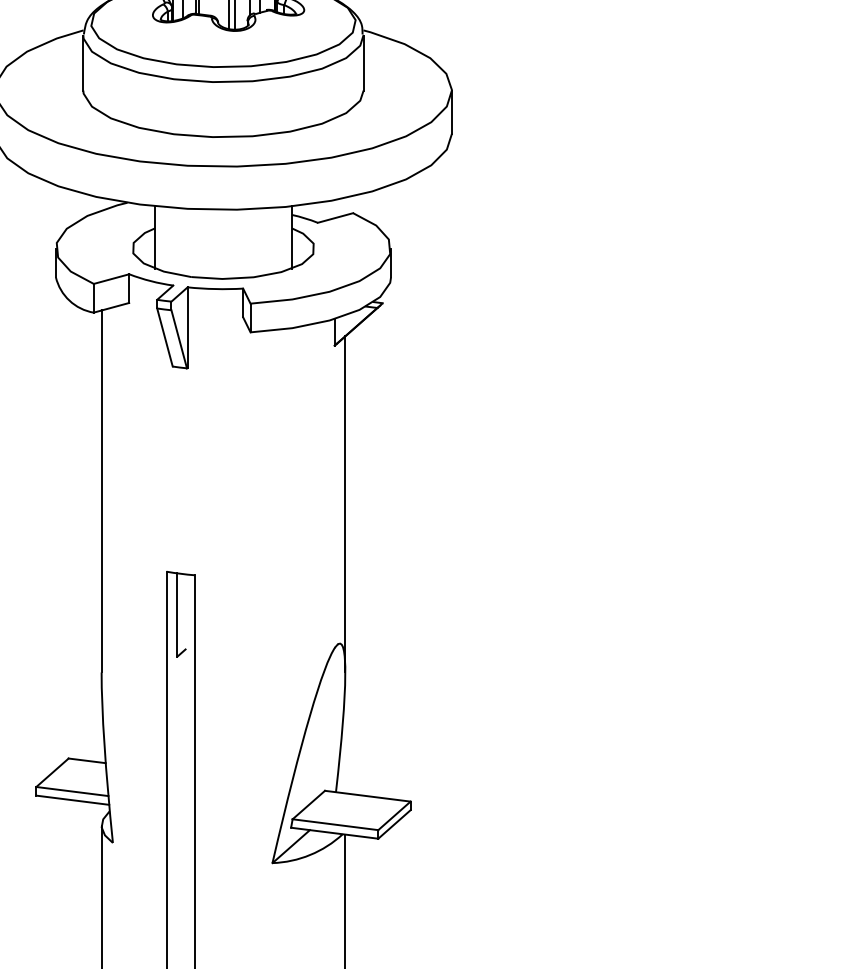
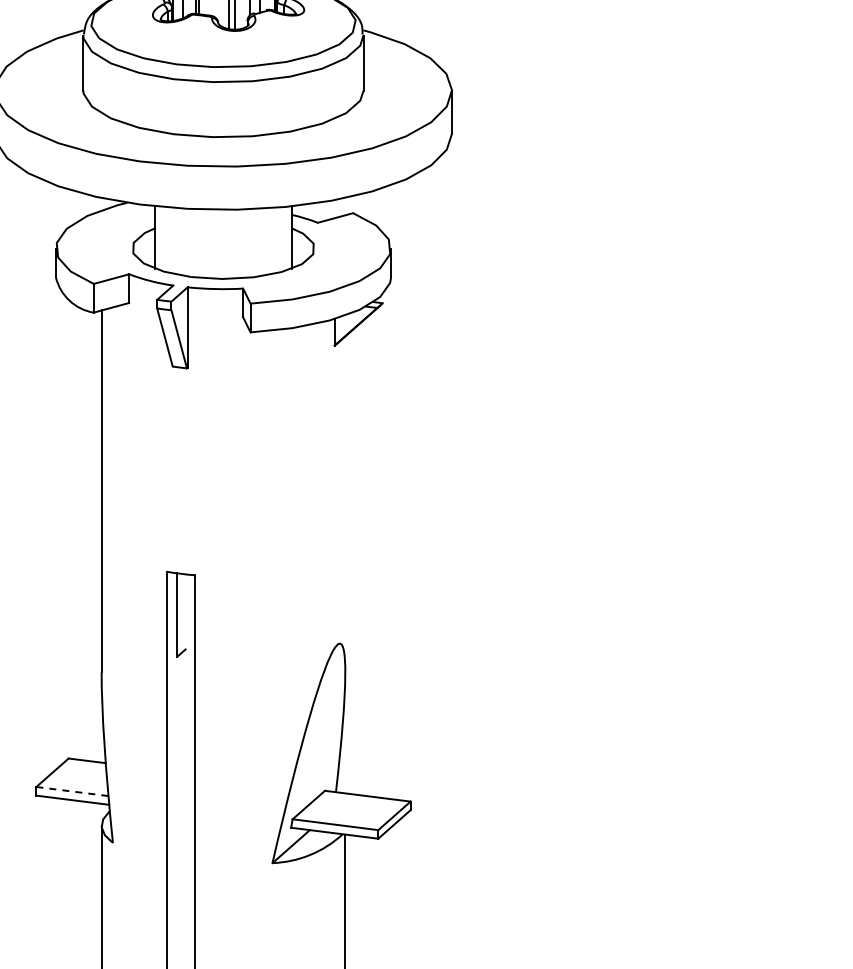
line at (345, 504): present -> none
line at (72, 791): solid -> dashed
